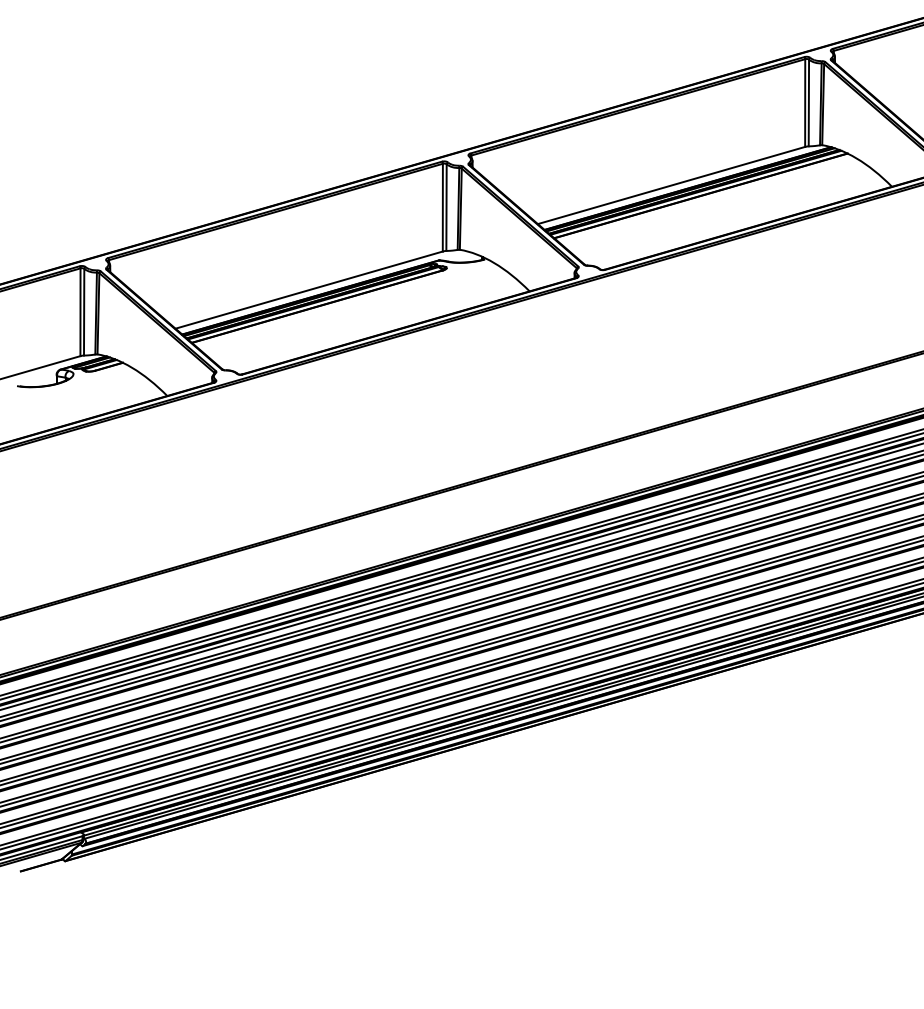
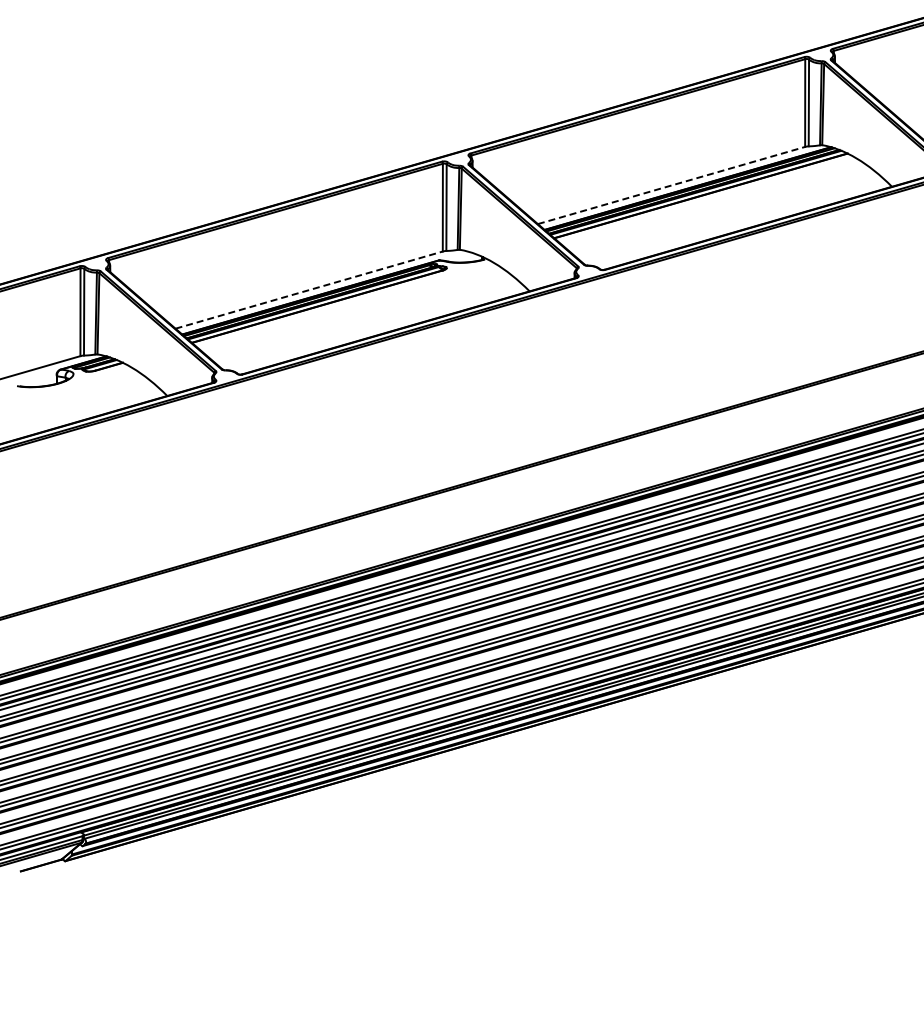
line at (672, 185): solid -> dashed
line at (309, 289): solid -> dashed
